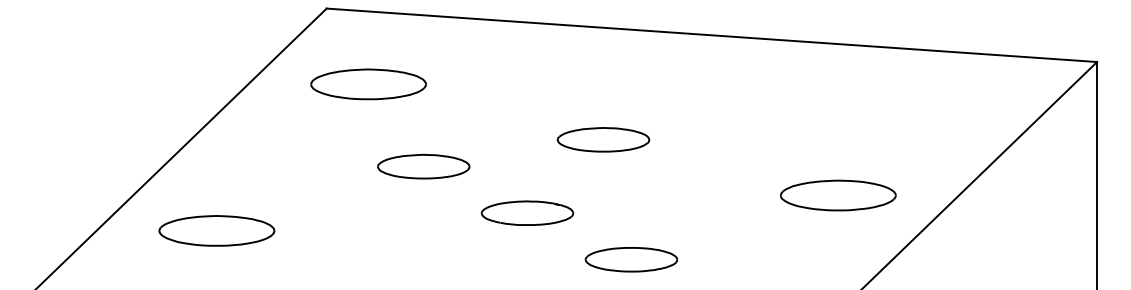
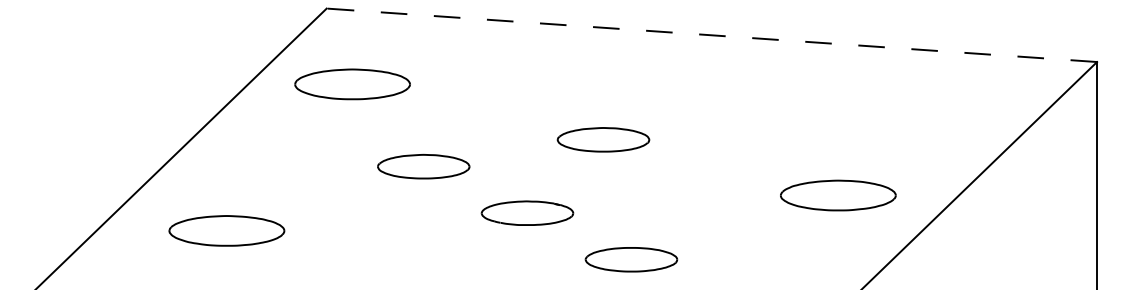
line at (711, 35): solid -> dashed
part at (368, 84) position: (368, 84) -> (352, 84)
part at (216, 230) position: (216, 230) -> (226, 230)
